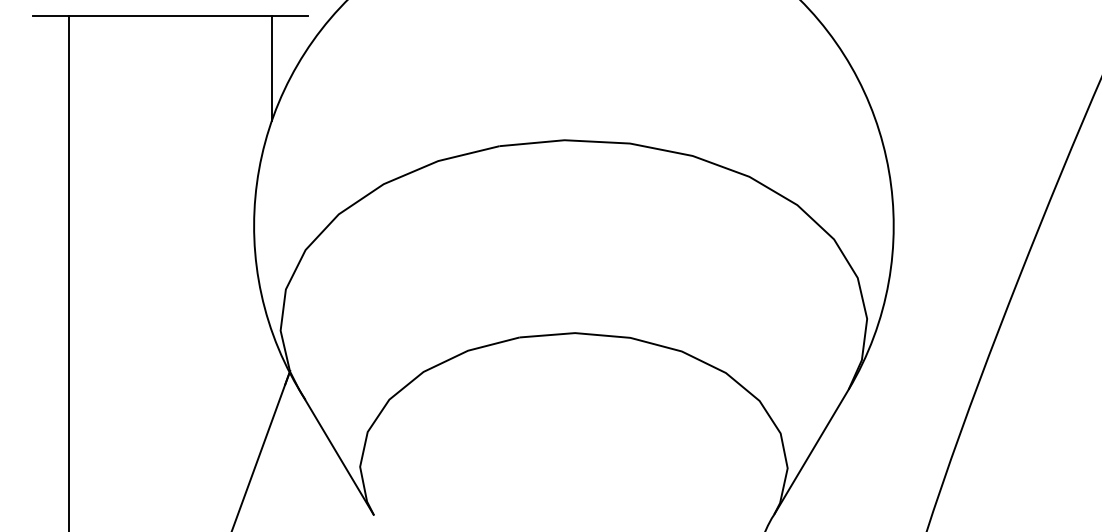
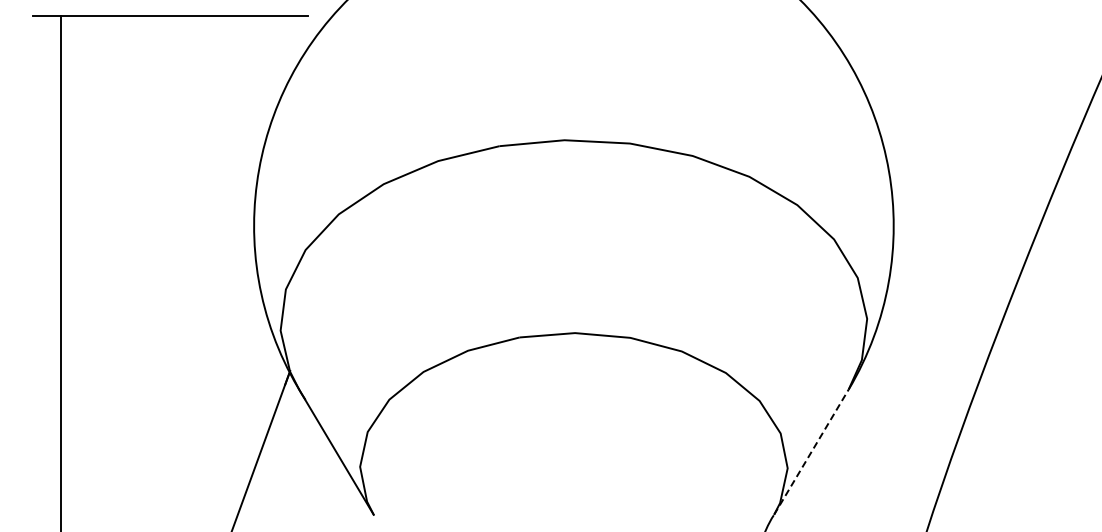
line at (271, 68): present -> none
line at (69, 272) position: (69, 272) -> (61, 272)
line at (811, 452): solid -> dashed
